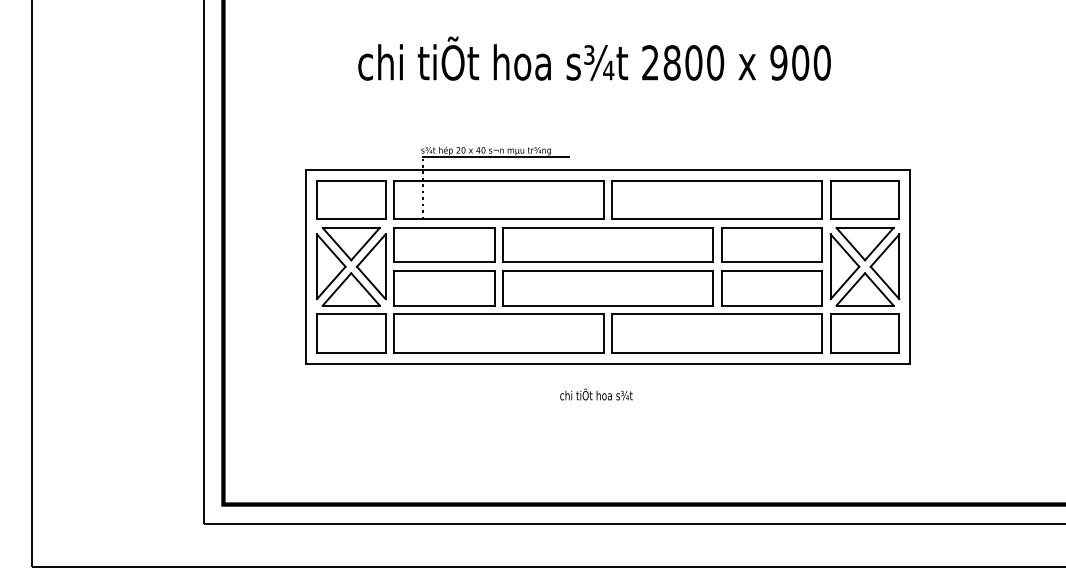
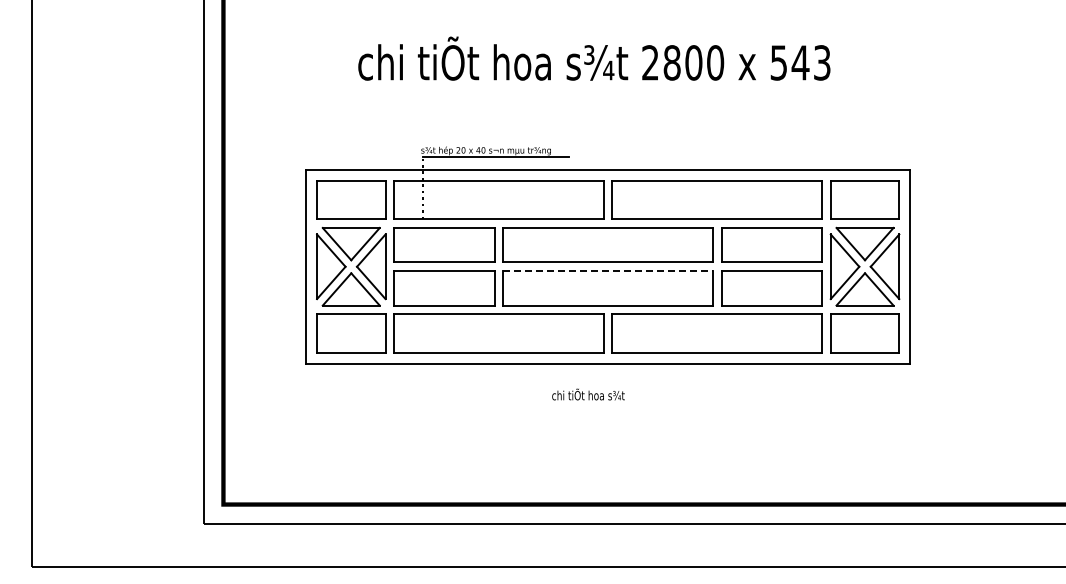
text at (800, 62): 900 -> 543
line at (608, 271): solid -> dashed
text at (596, 394) position: (596, 394) -> (588, 394)
